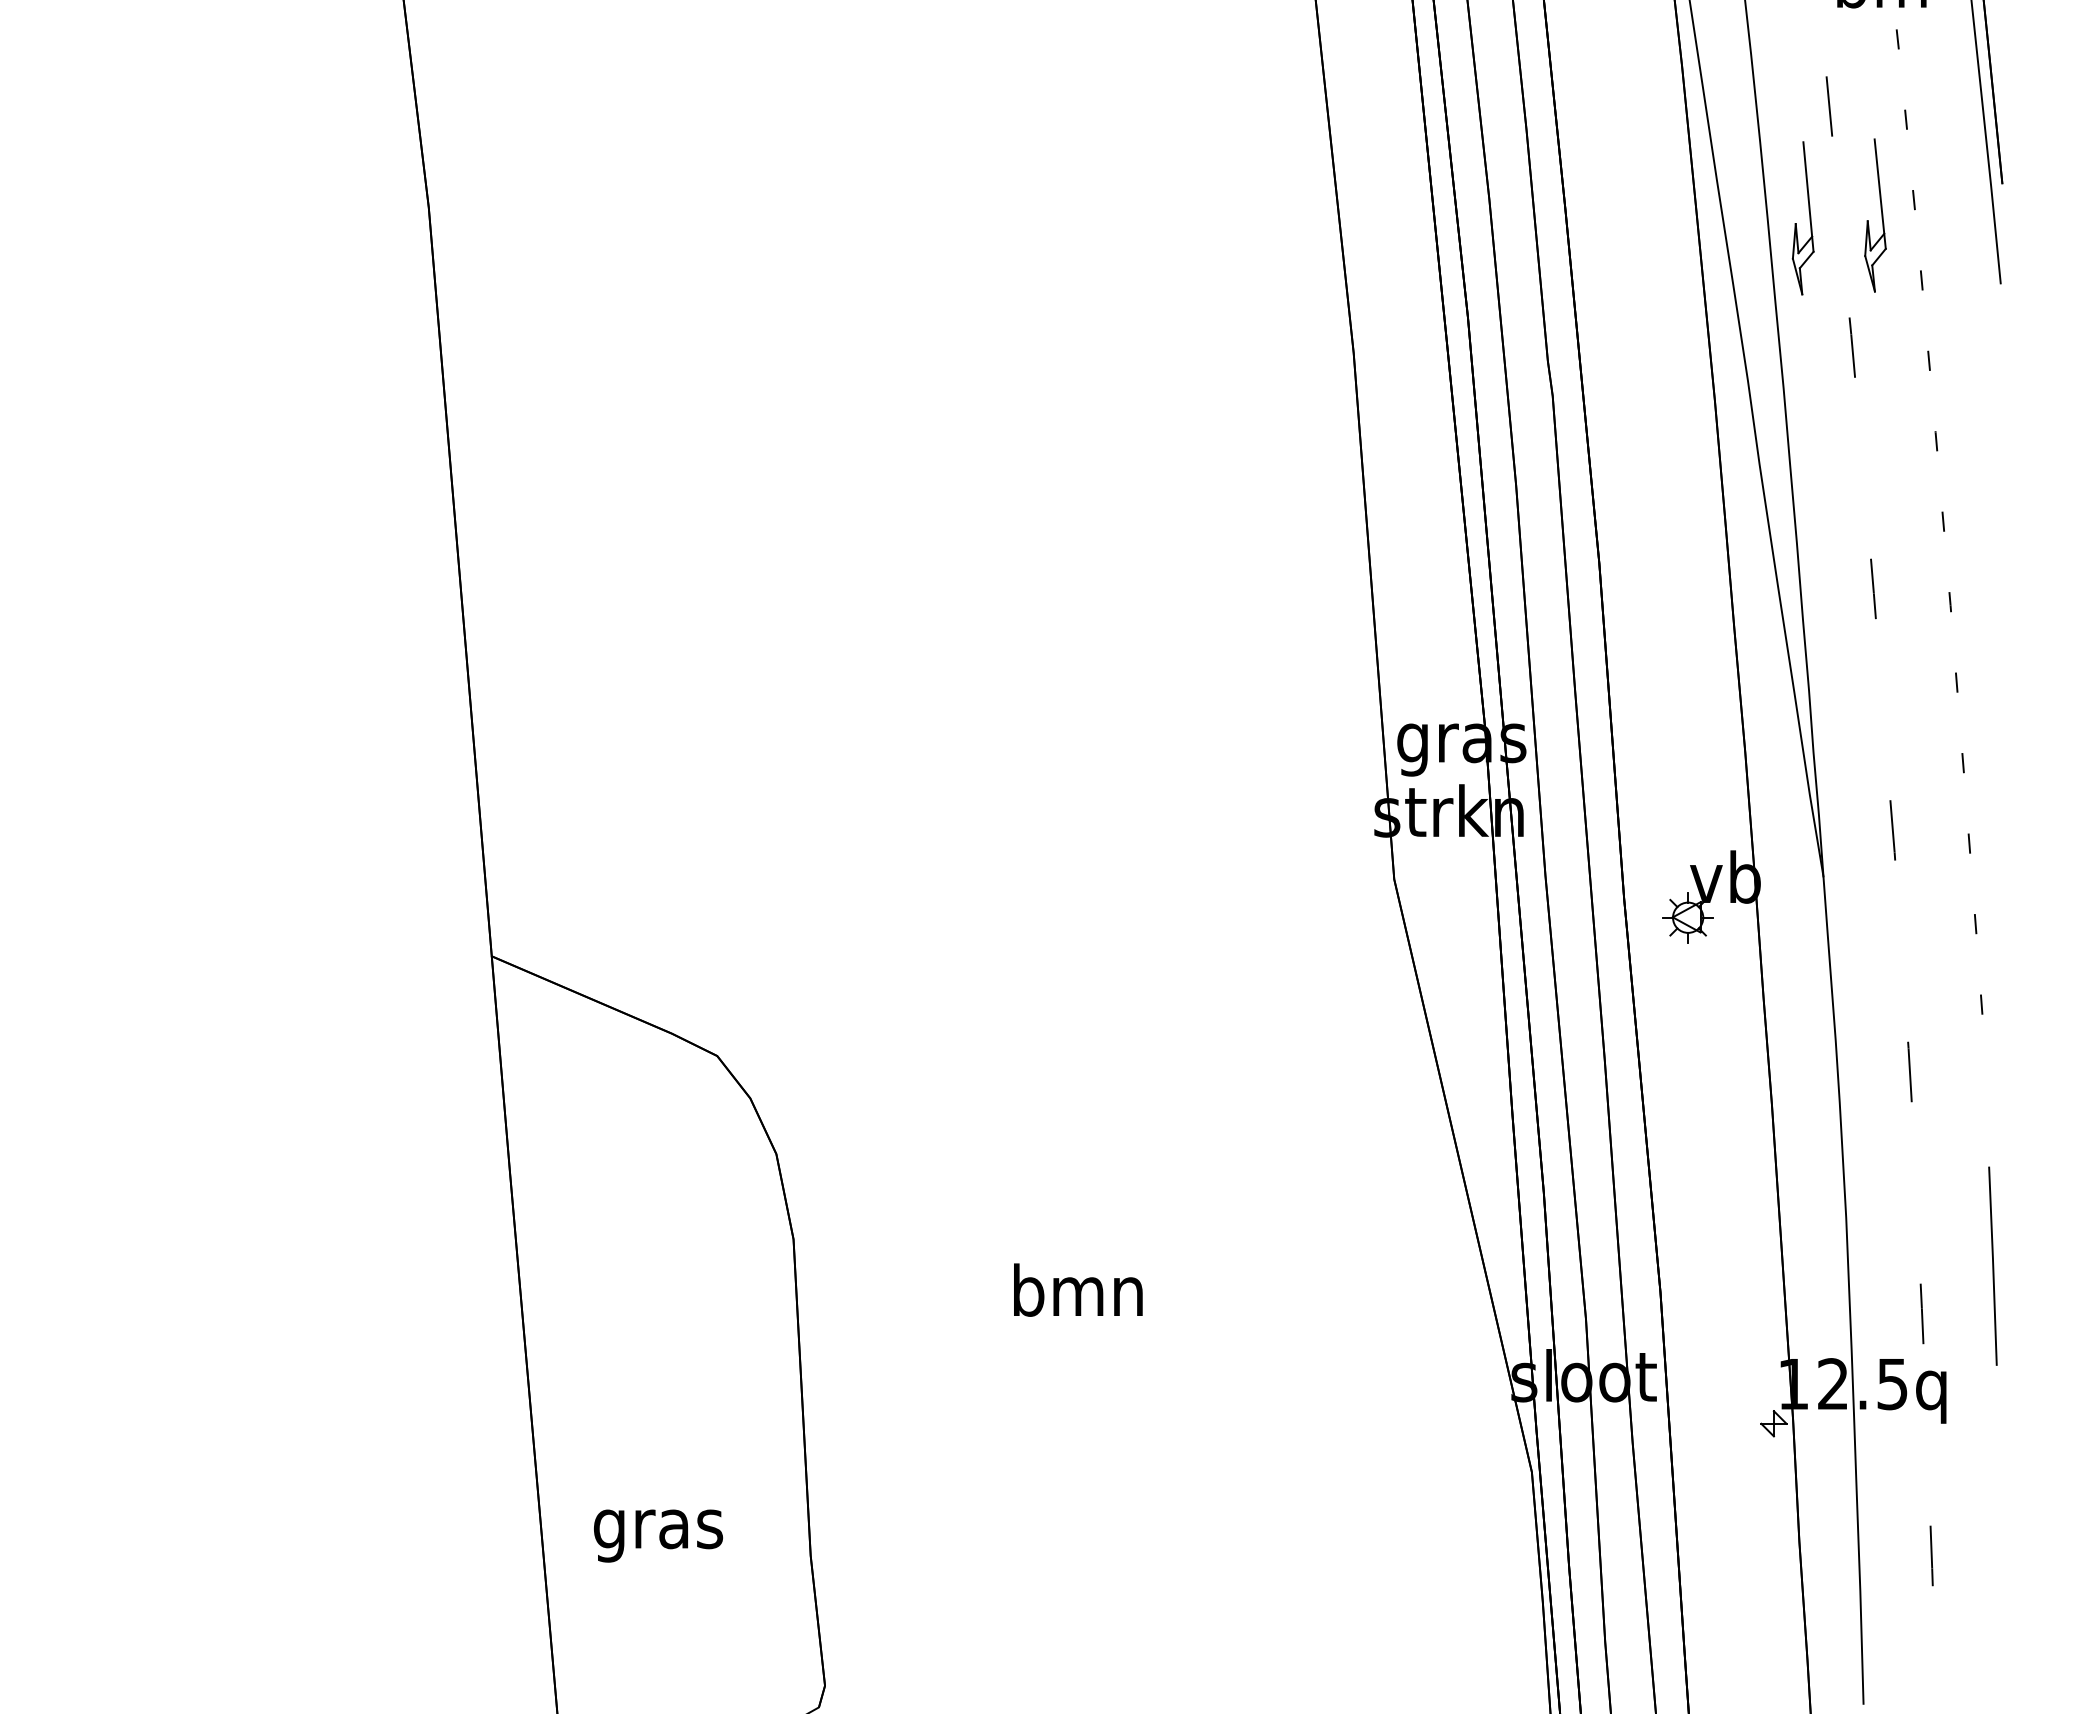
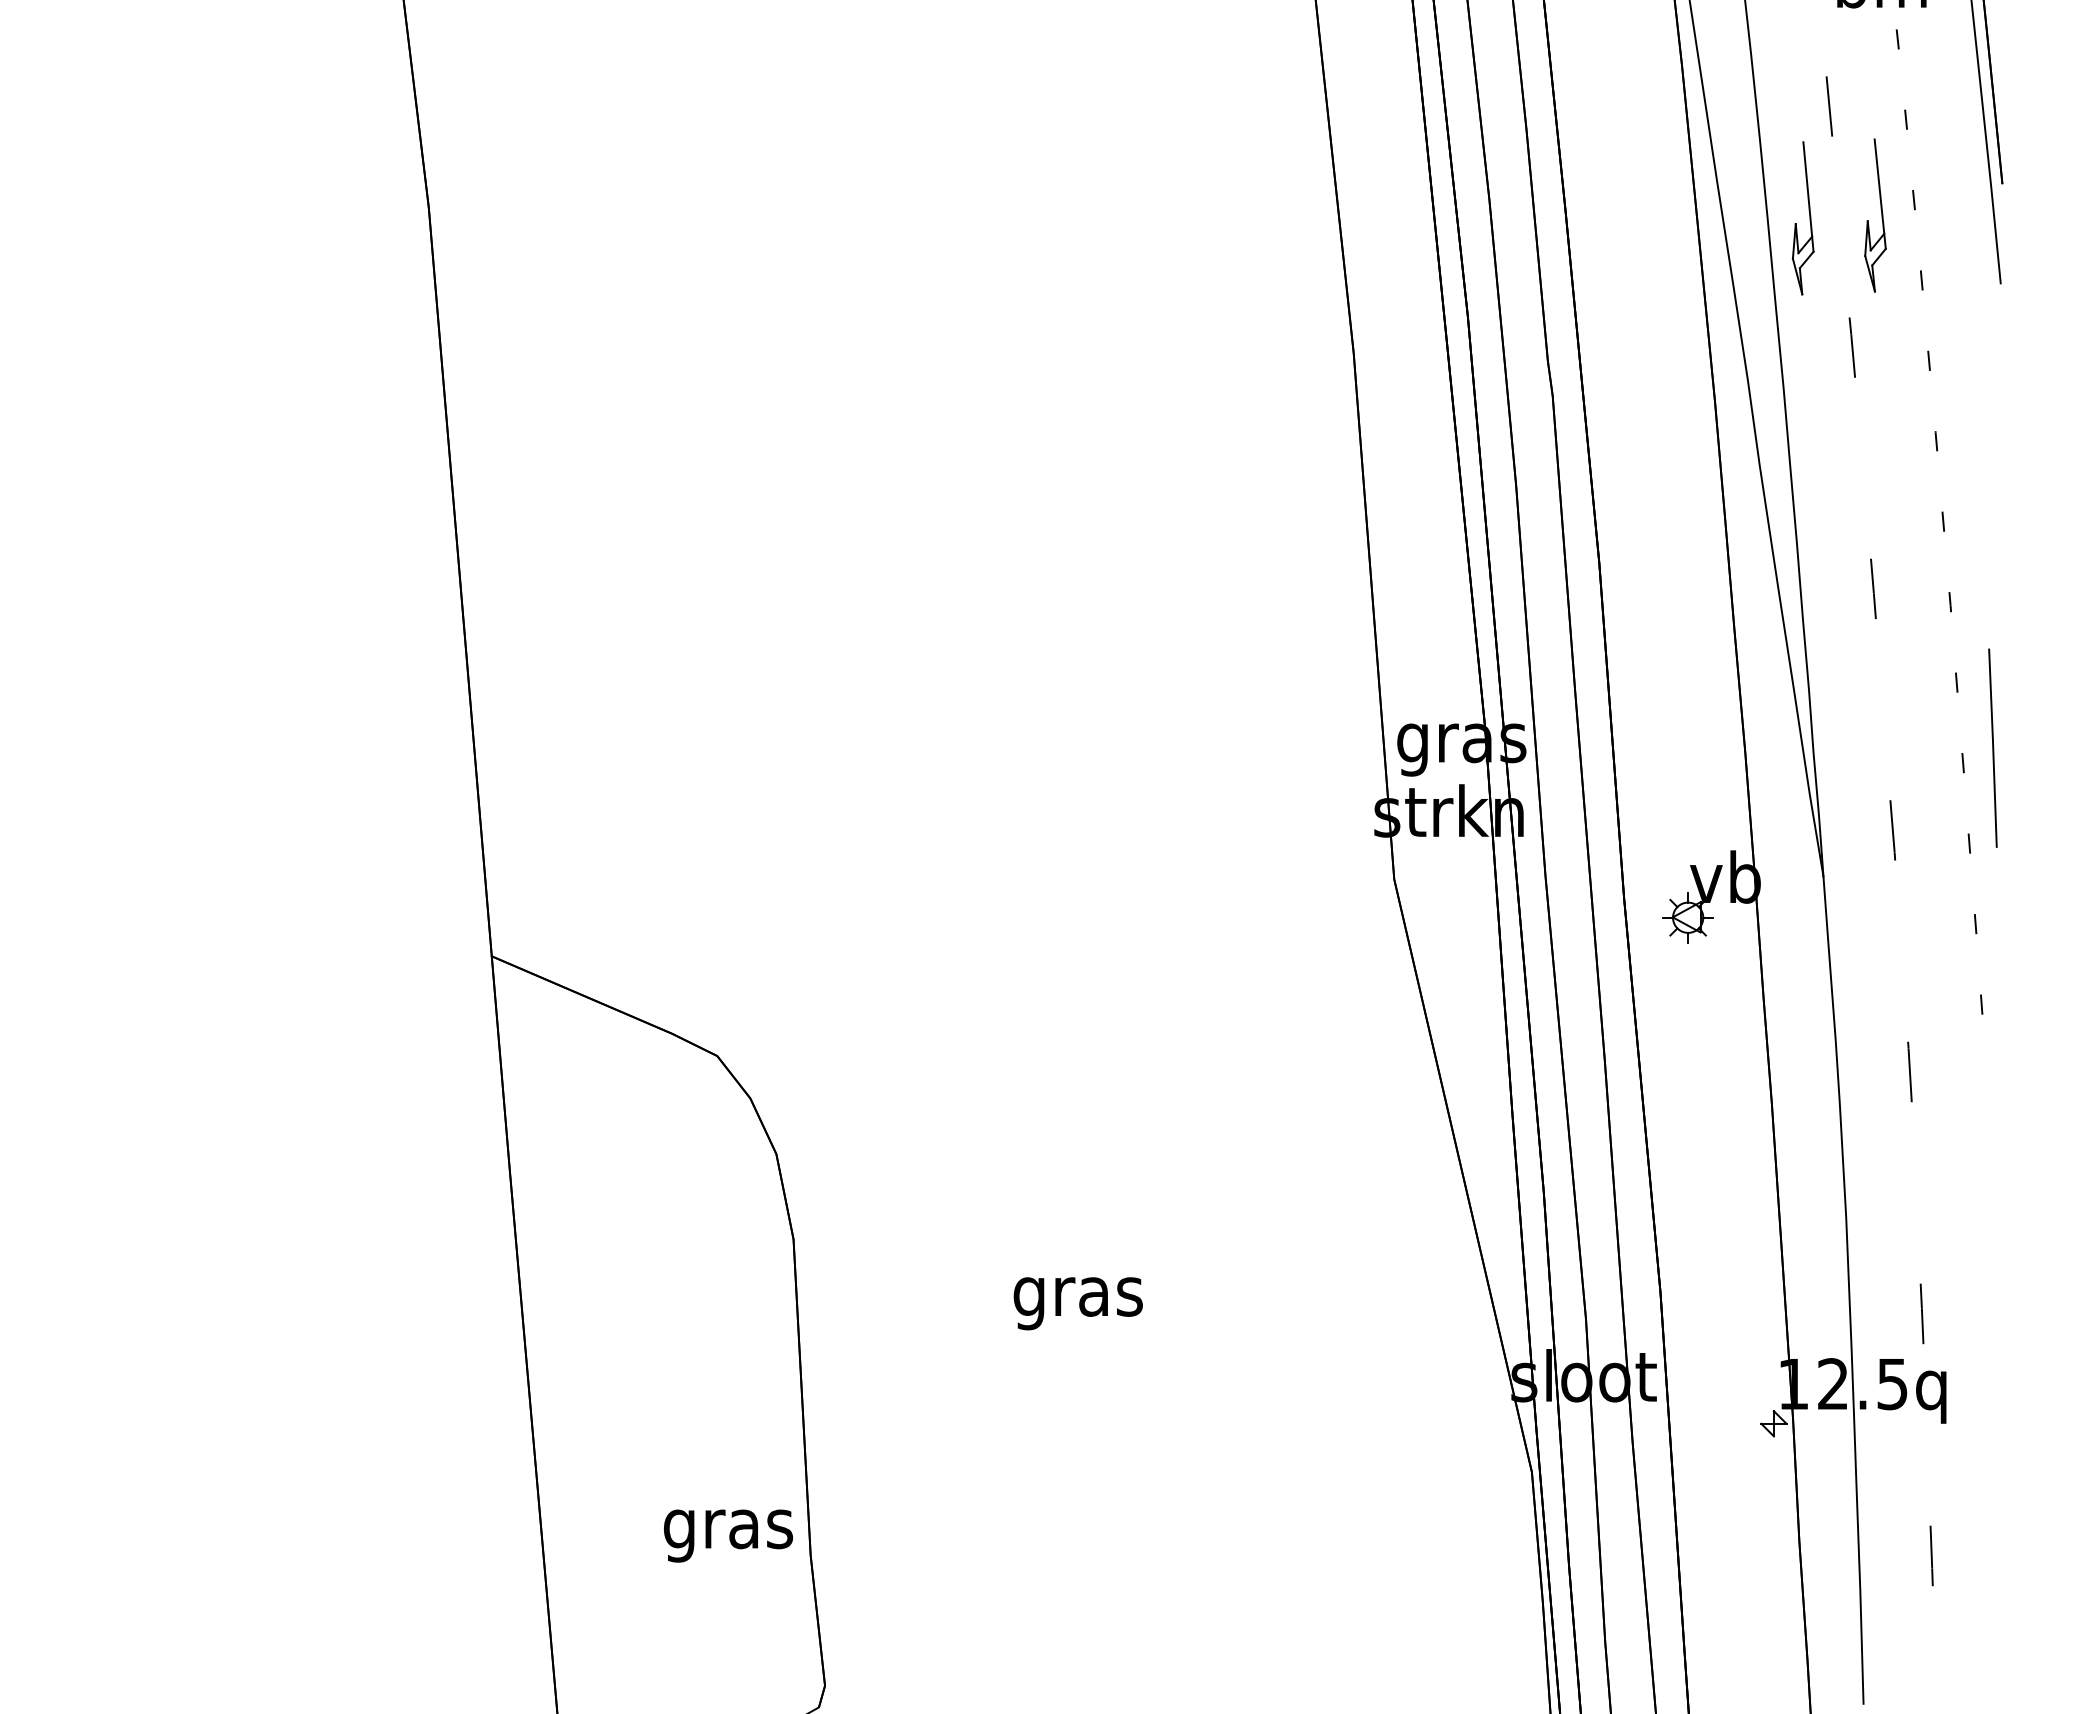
line at (1992, 1265) position: (1992, 1265) -> (1992, 747)
text at (1077, 1296): bmn -> gras
text at (658, 1535) position: (658, 1535) -> (728, 1535)
